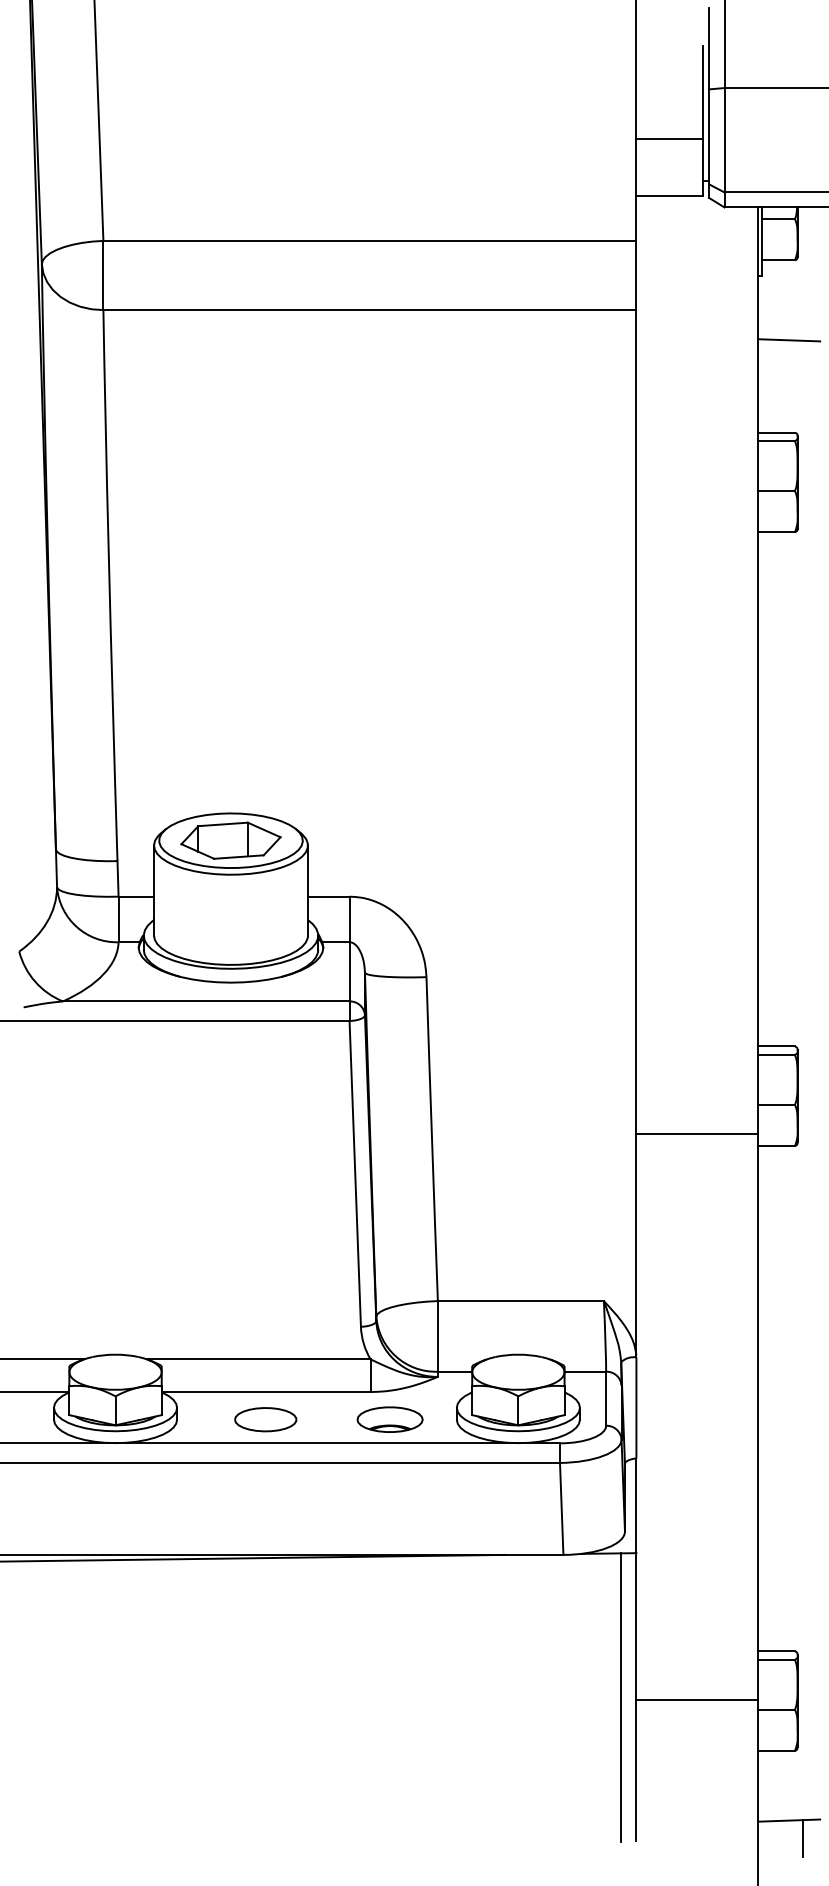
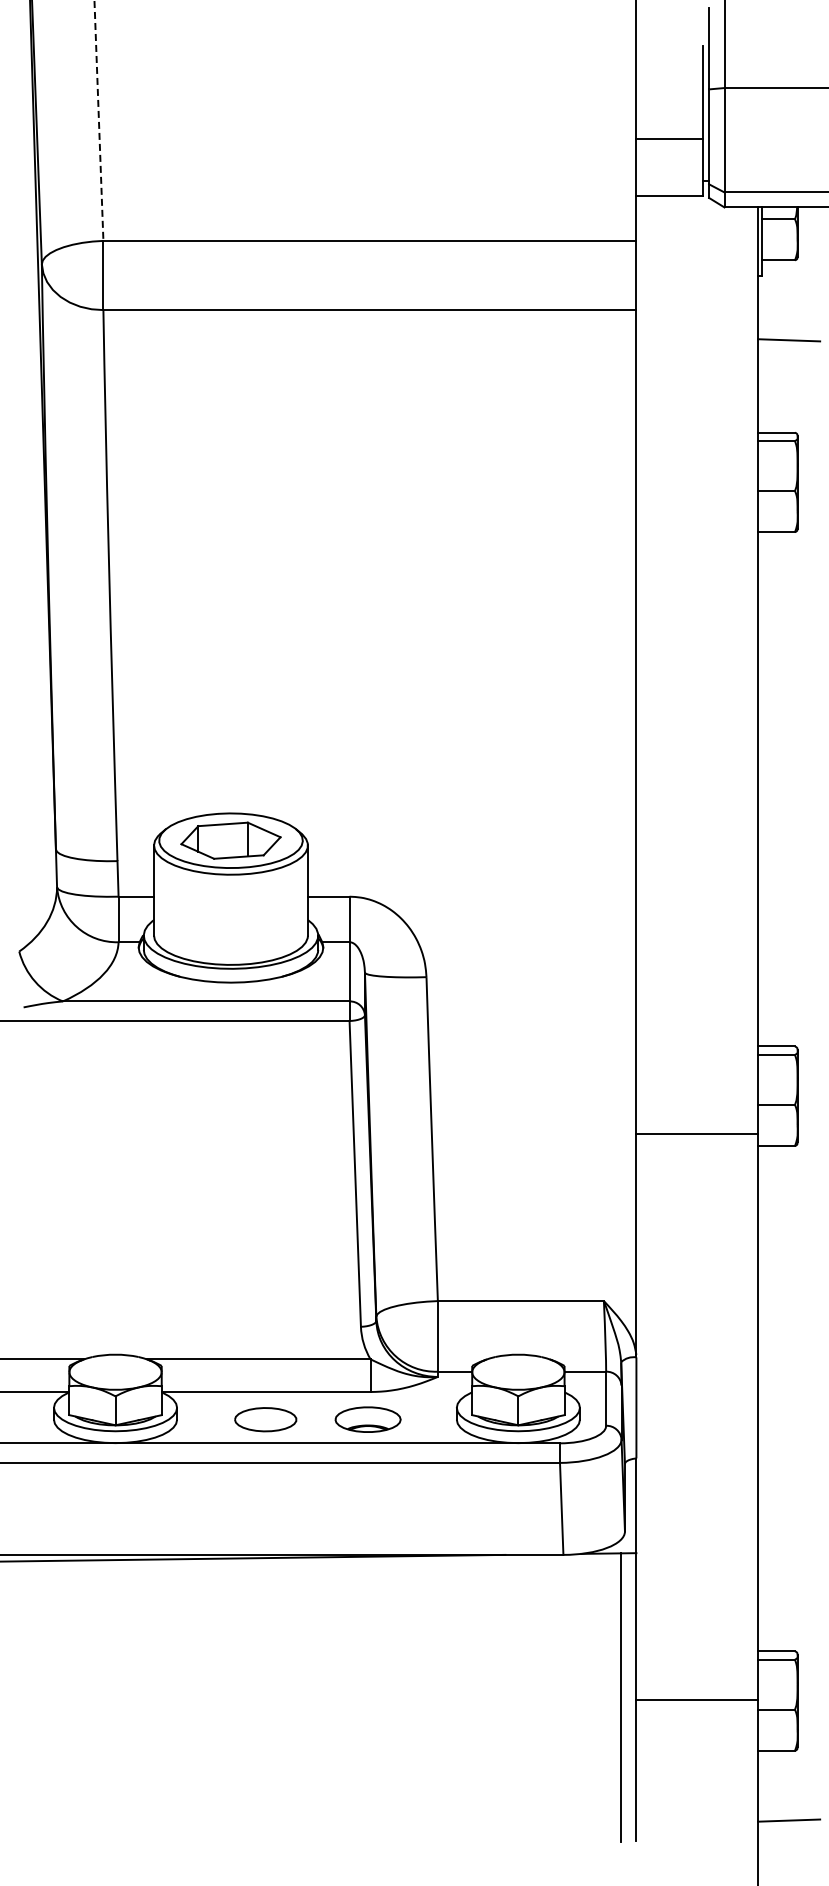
line at (98, 121): solid -> dashed
part at (389, 1419) position: (389, 1419) -> (367, 1419)
line at (802, 1838): present -> none
